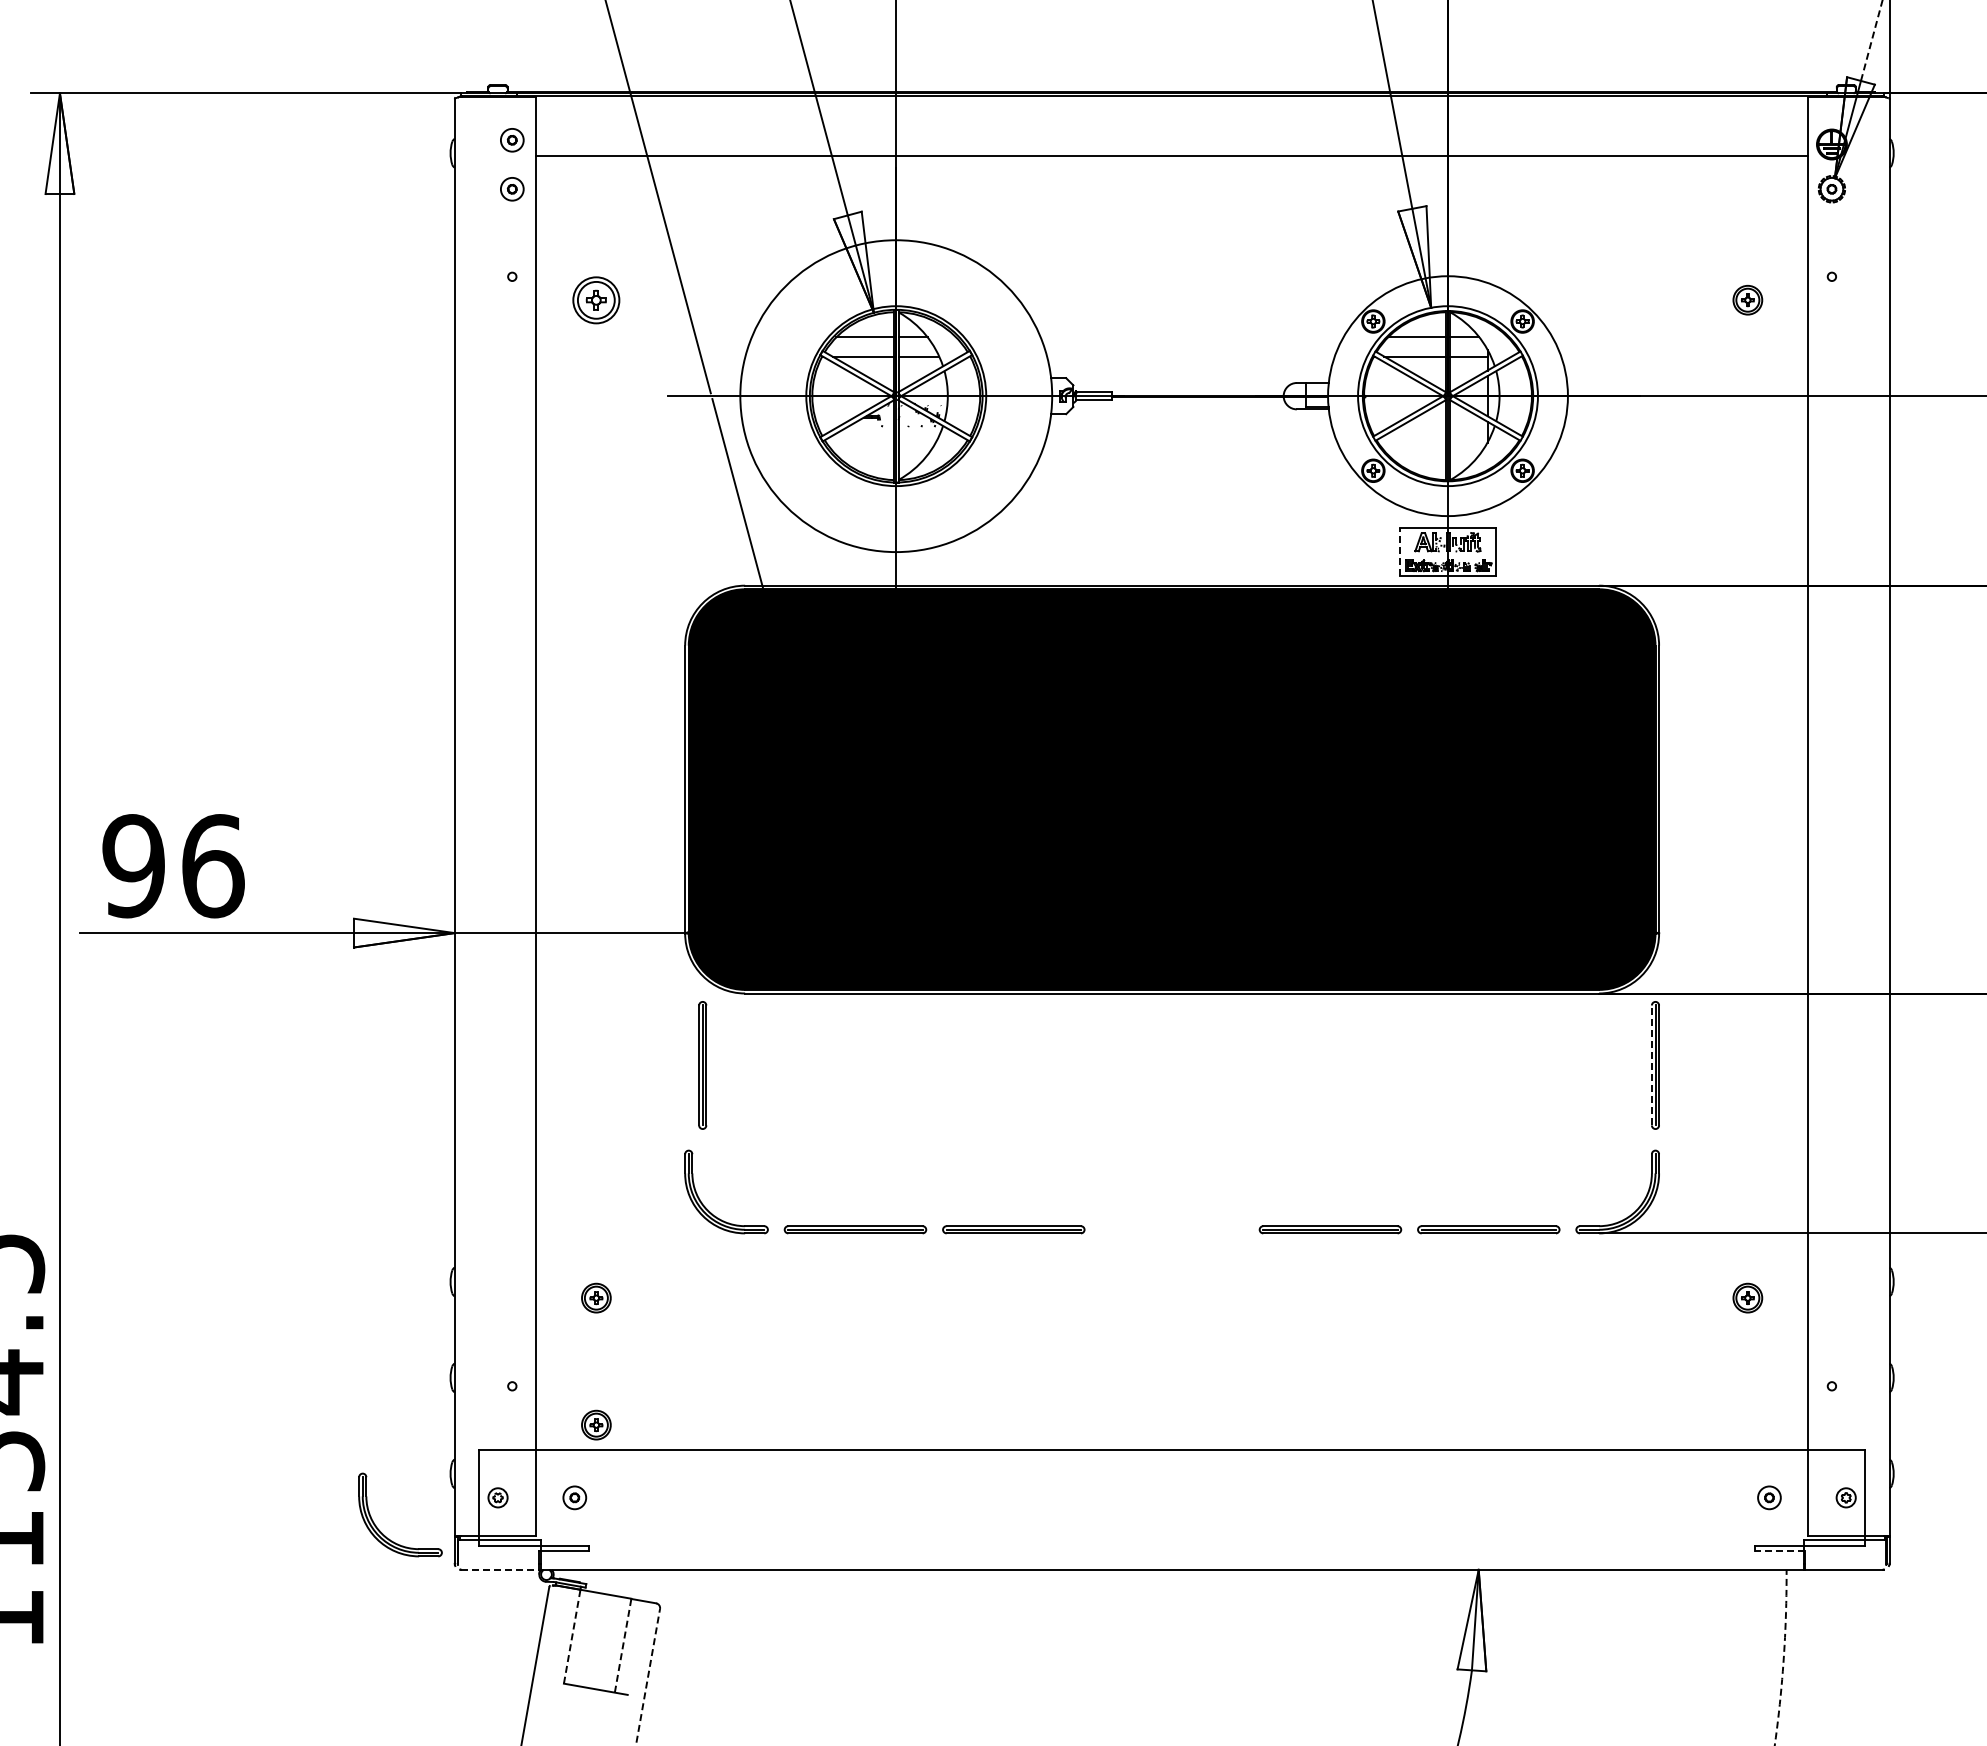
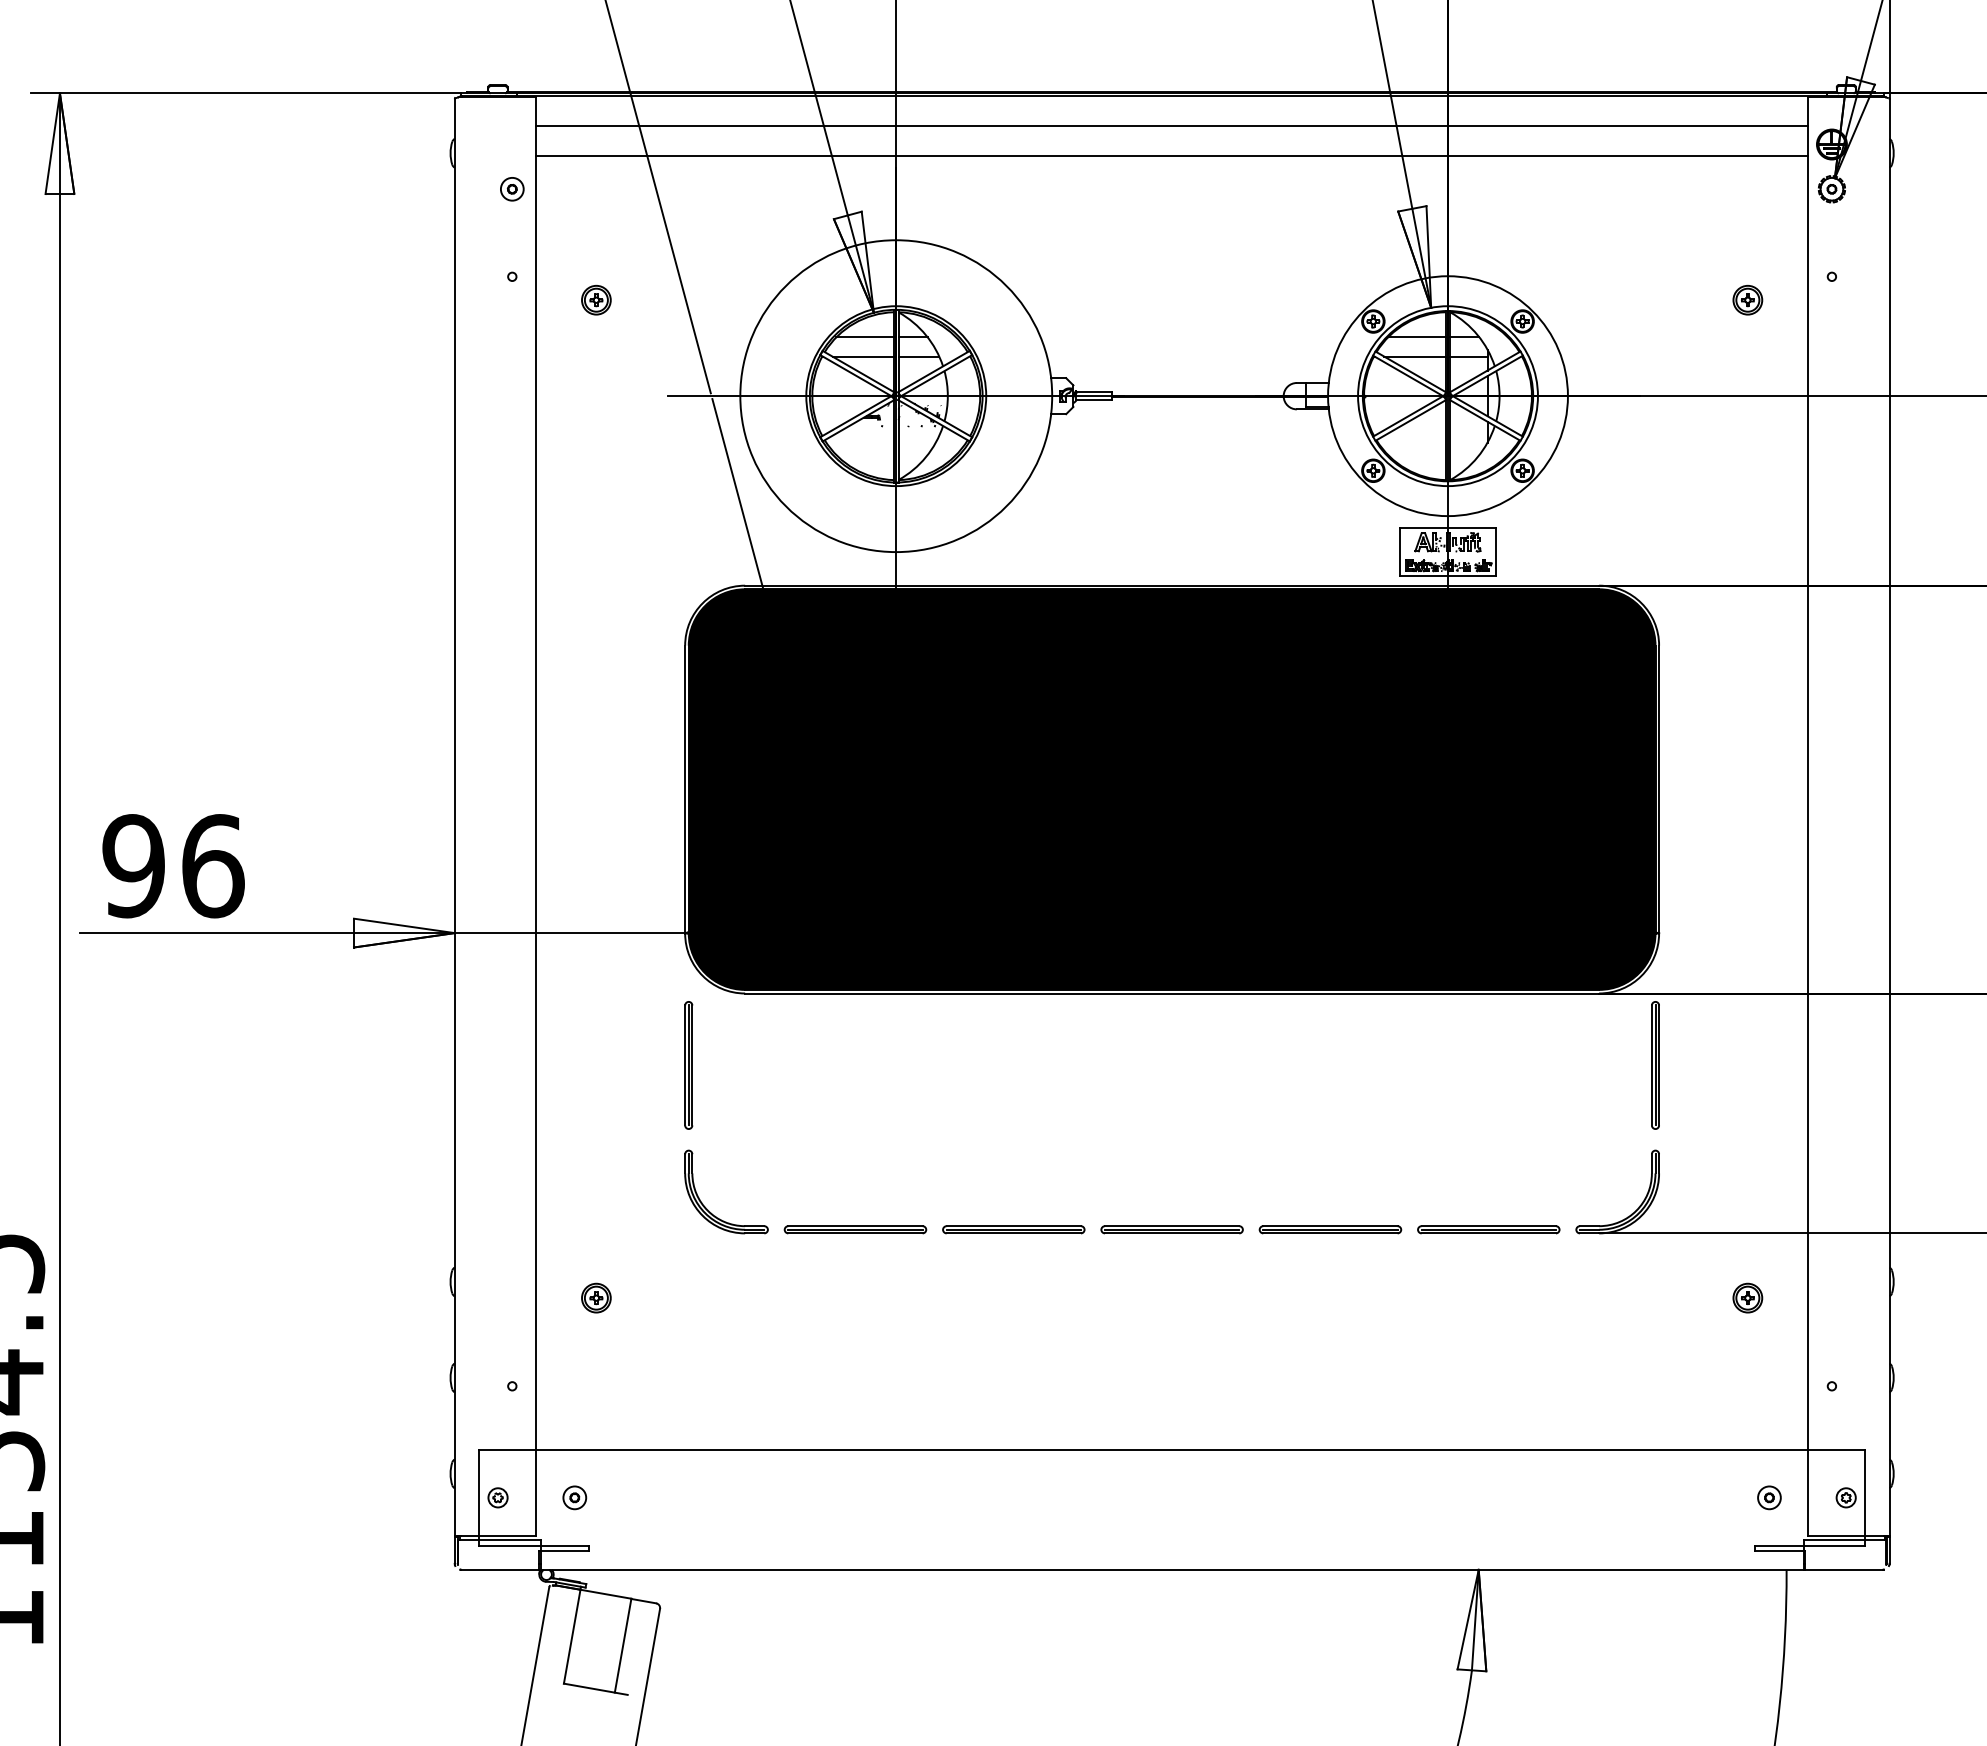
line at (1871, 40): dashed -> solid
line at (1171, 126): none -> present
part at (512, 140): present -> none
part at (596, 300) size: 49x49 px -> 31x32 px
line at (1400, 552): dashed -> solid
part at (702, 1065) position: (702, 1065) -> (688, 1065)
line at (1651, 1065): dashed -> solid
part at (1171, 1229): none -> present
part at (596, 1424): present -> none
part at (382, 1532): present -> none
line at (1779, 1550): dashed -> solid
line at (500, 1569): dashed -> solid
line at (572, 1636): dashed -> solid
line at (623, 1645): dashed -> solid
arc at (1783, 1658): dashed -> solid
line at (648, 1676): dashed -> solid
